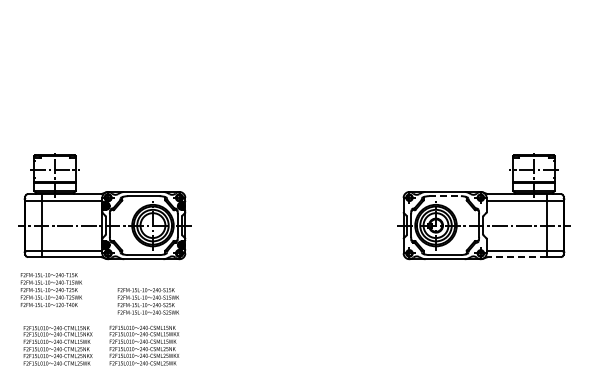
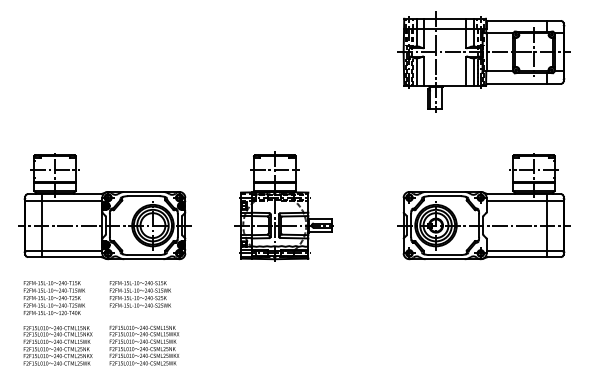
part at (483, 61): none -> present
line at (445, 196): dashed -> solid
part at (283, 206): none -> present
line at (517, 257): dashed -> solid
text at (50, 289) position: (50, 289) -> (53, 297)
text at (147, 301) position: (147, 301) -> (139, 294)
